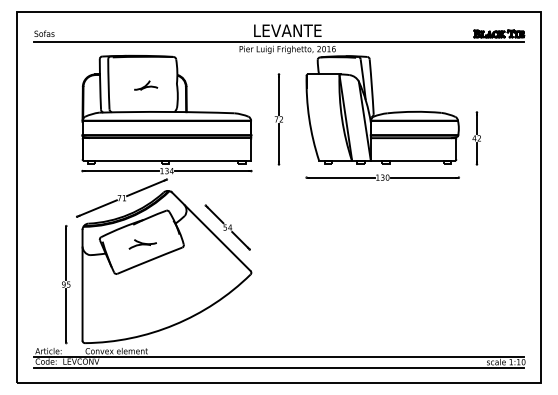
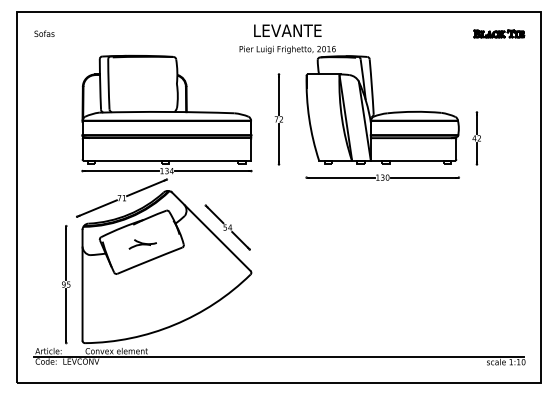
line at (278, 41): present -> none
part at (146, 85): present -> none
line at (278, 367): present -> none
